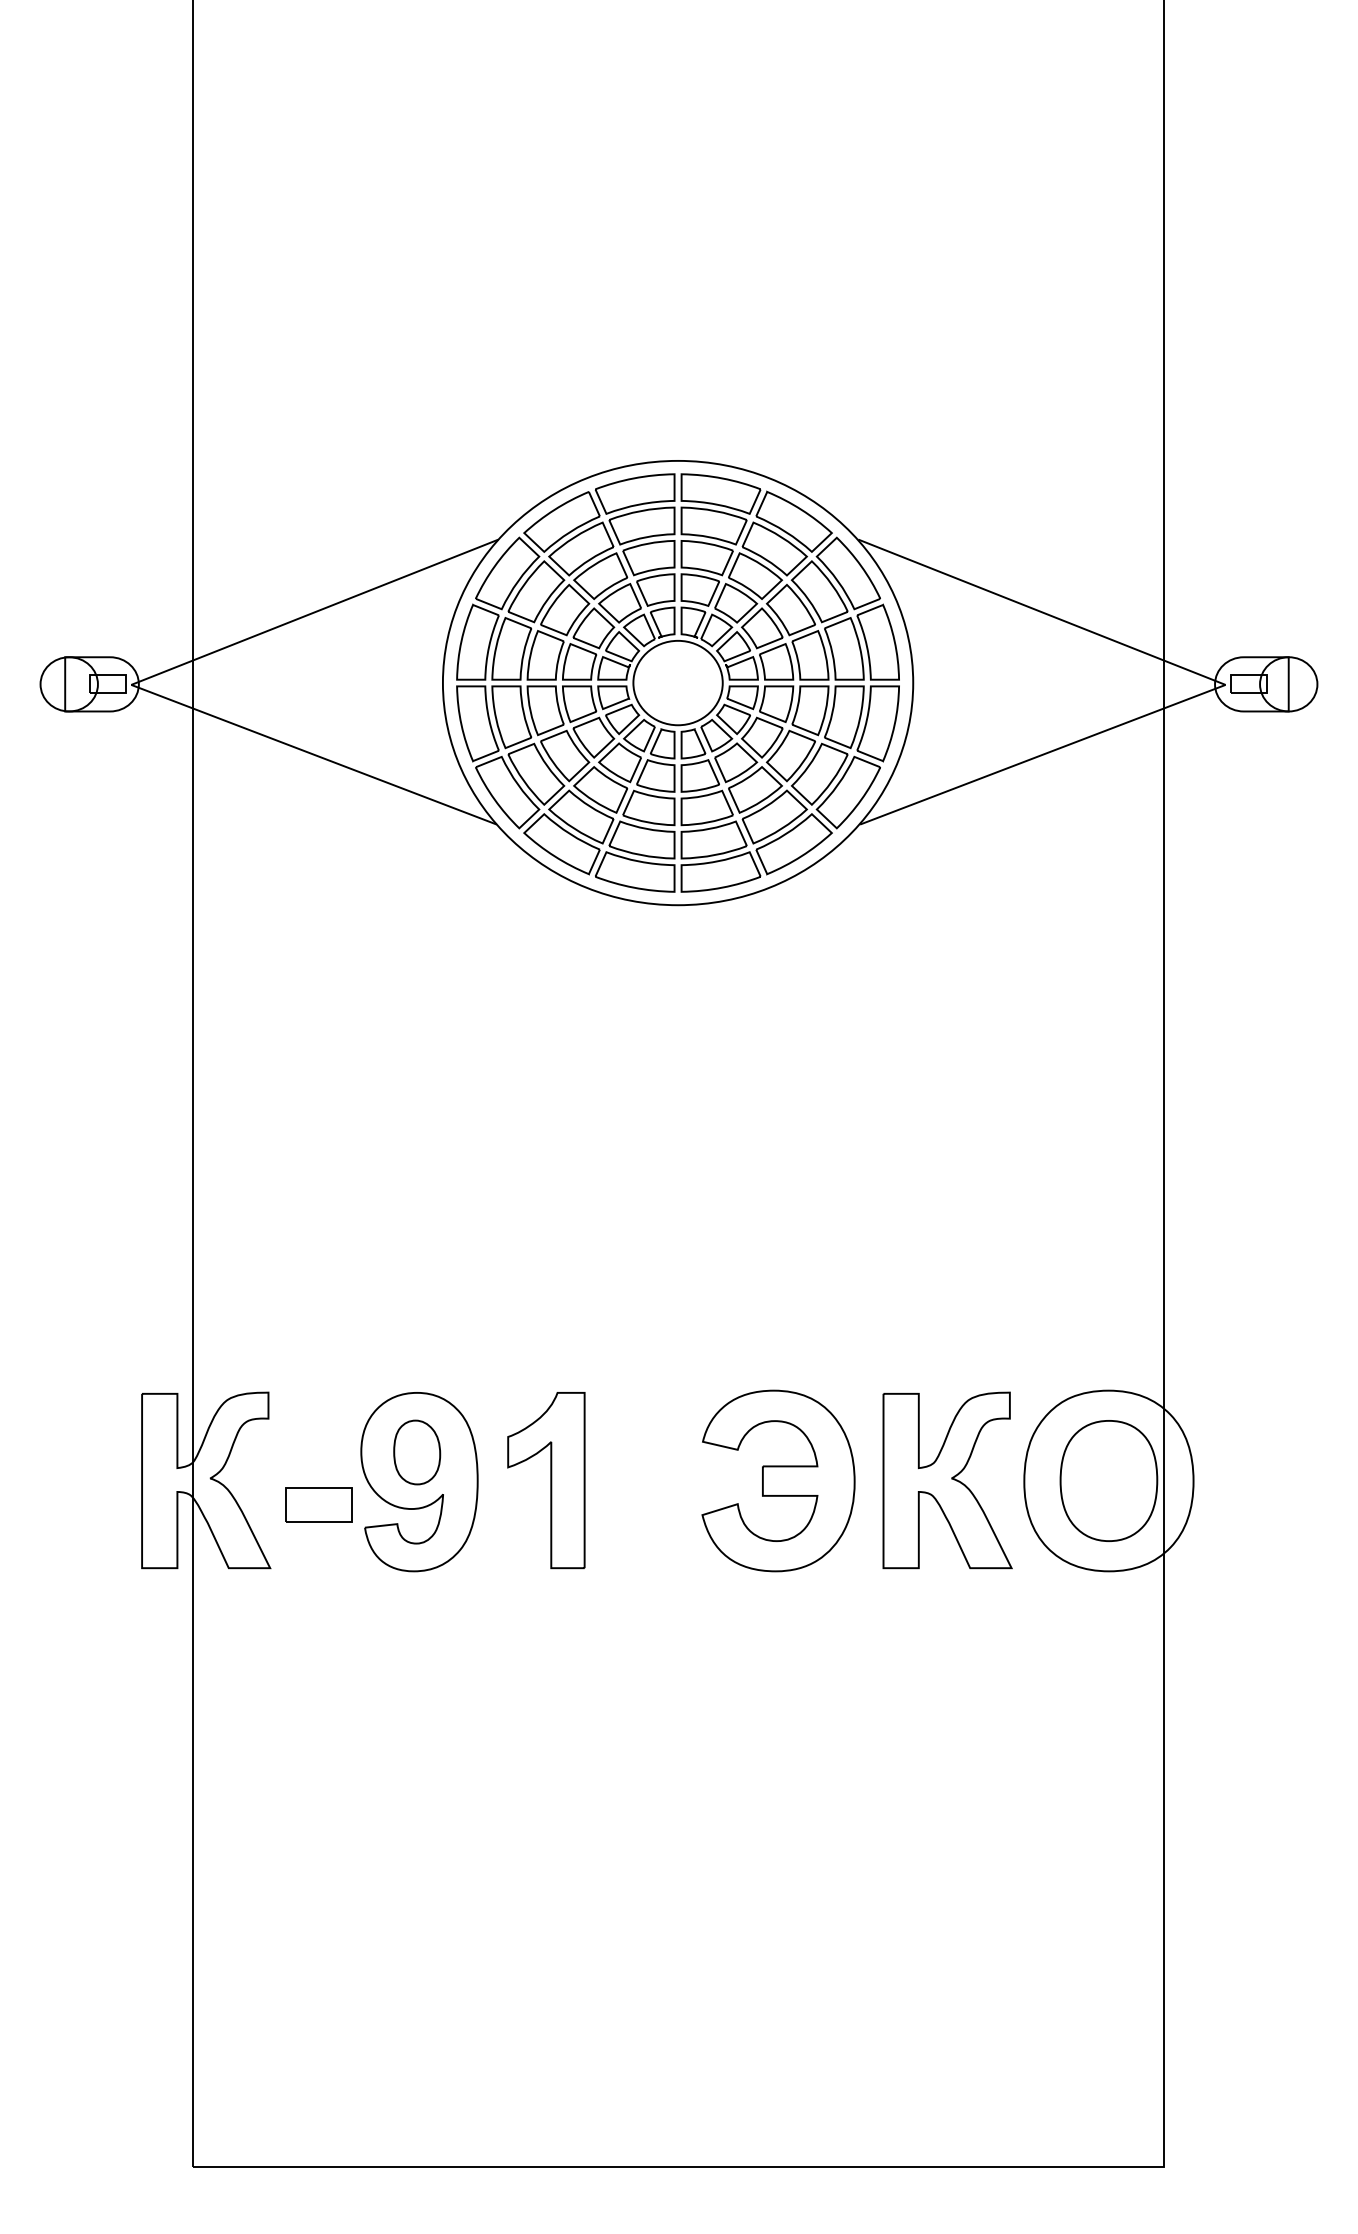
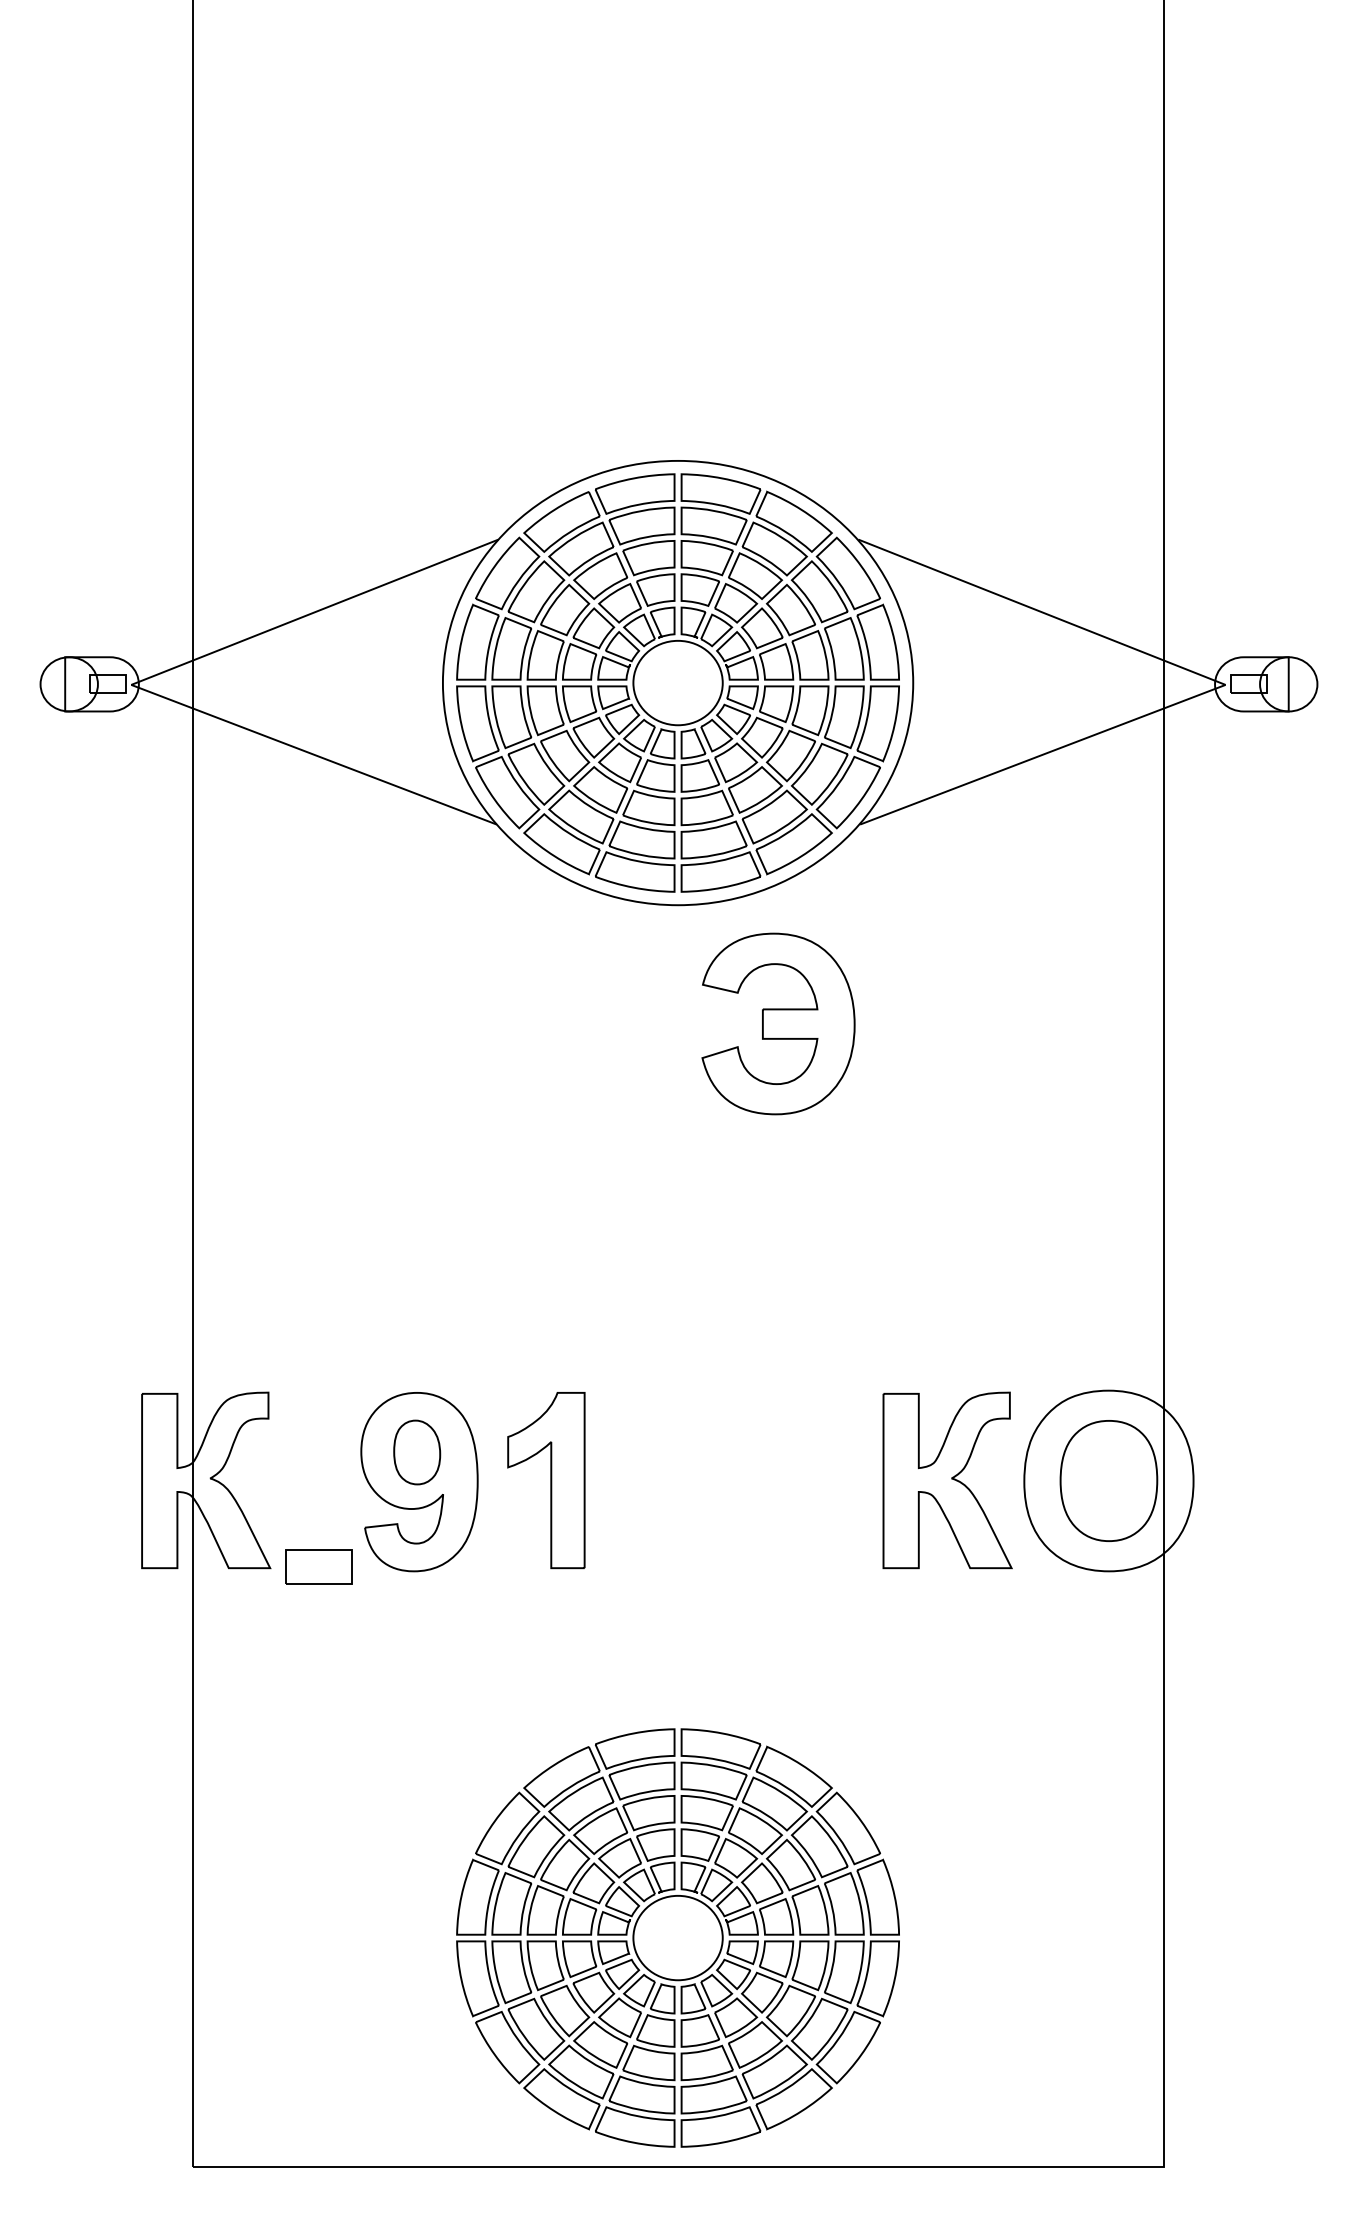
part at (778, 1480) position: (778, 1480) -> (778, 1023)
part at (318, 1504) position: (318, 1504) -> (318, 1566)
part at (677, 1937): none -> present
